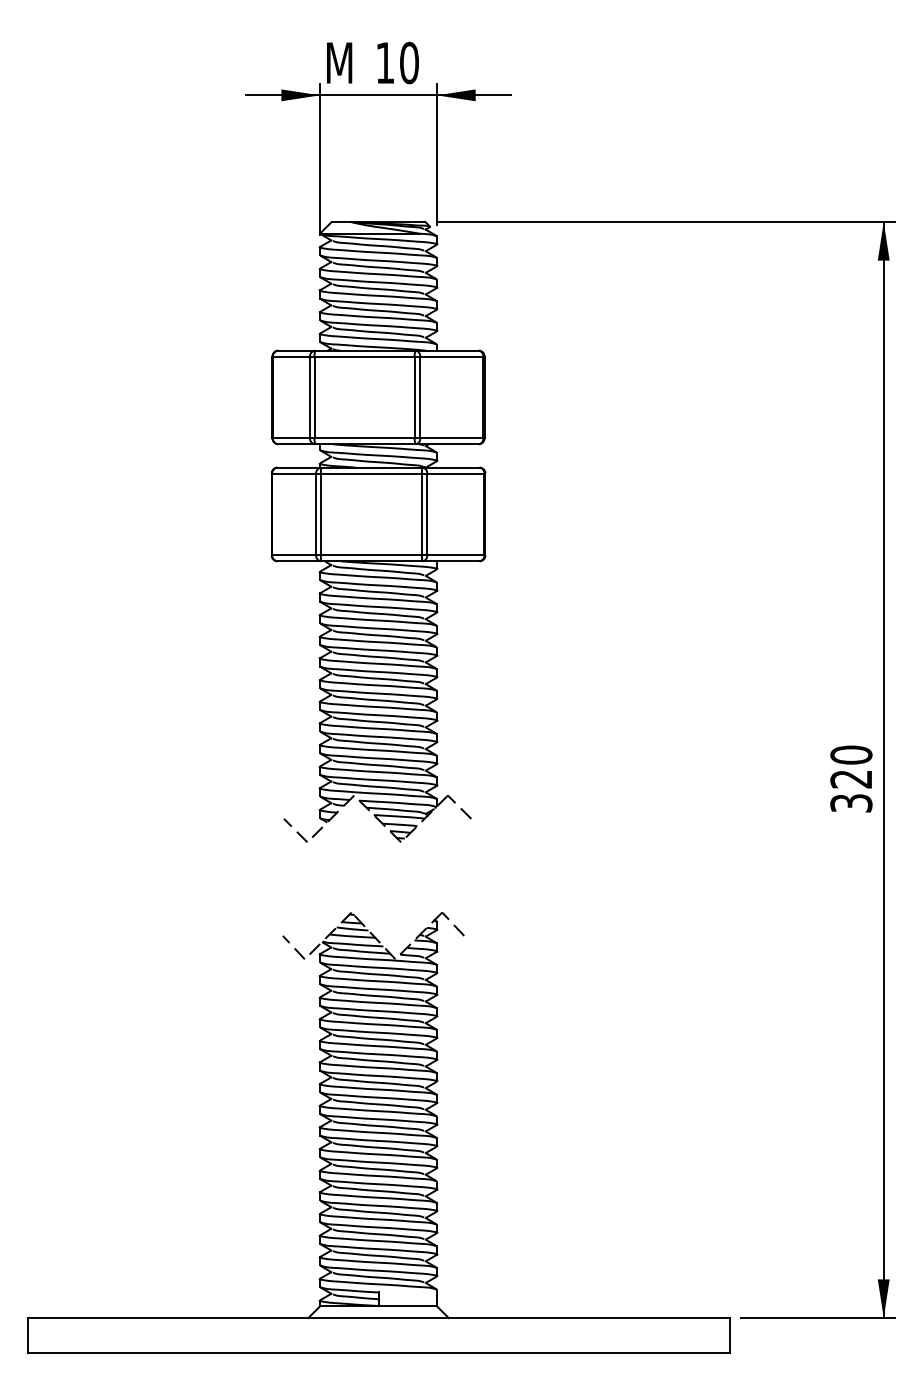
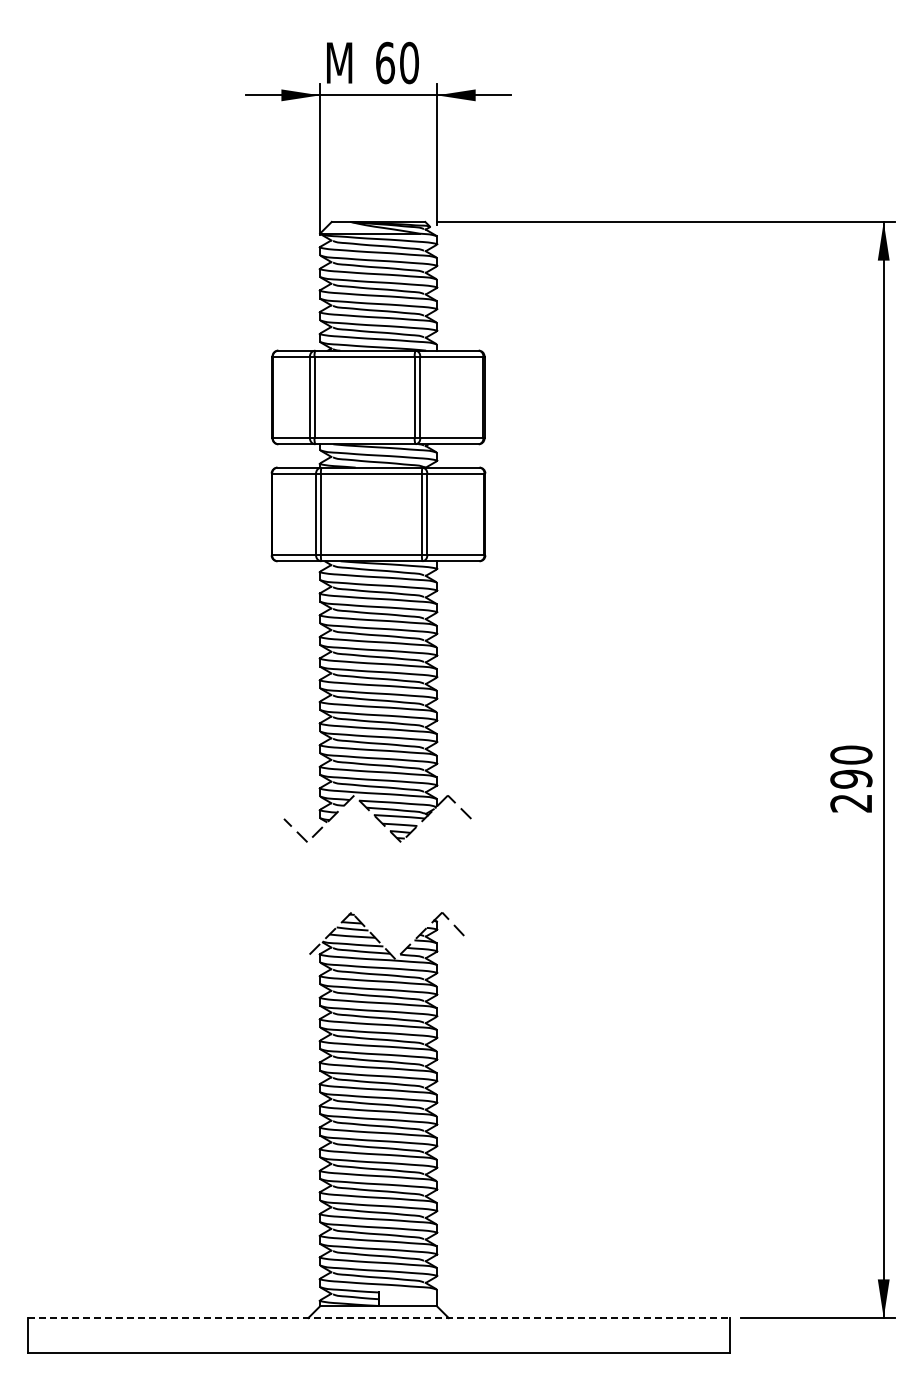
text at (385, 62): 10 -> 60
text at (851, 790): 320 -> 290
line at (293, 947): present -> none
line at (378, 1318): solid -> dashed
